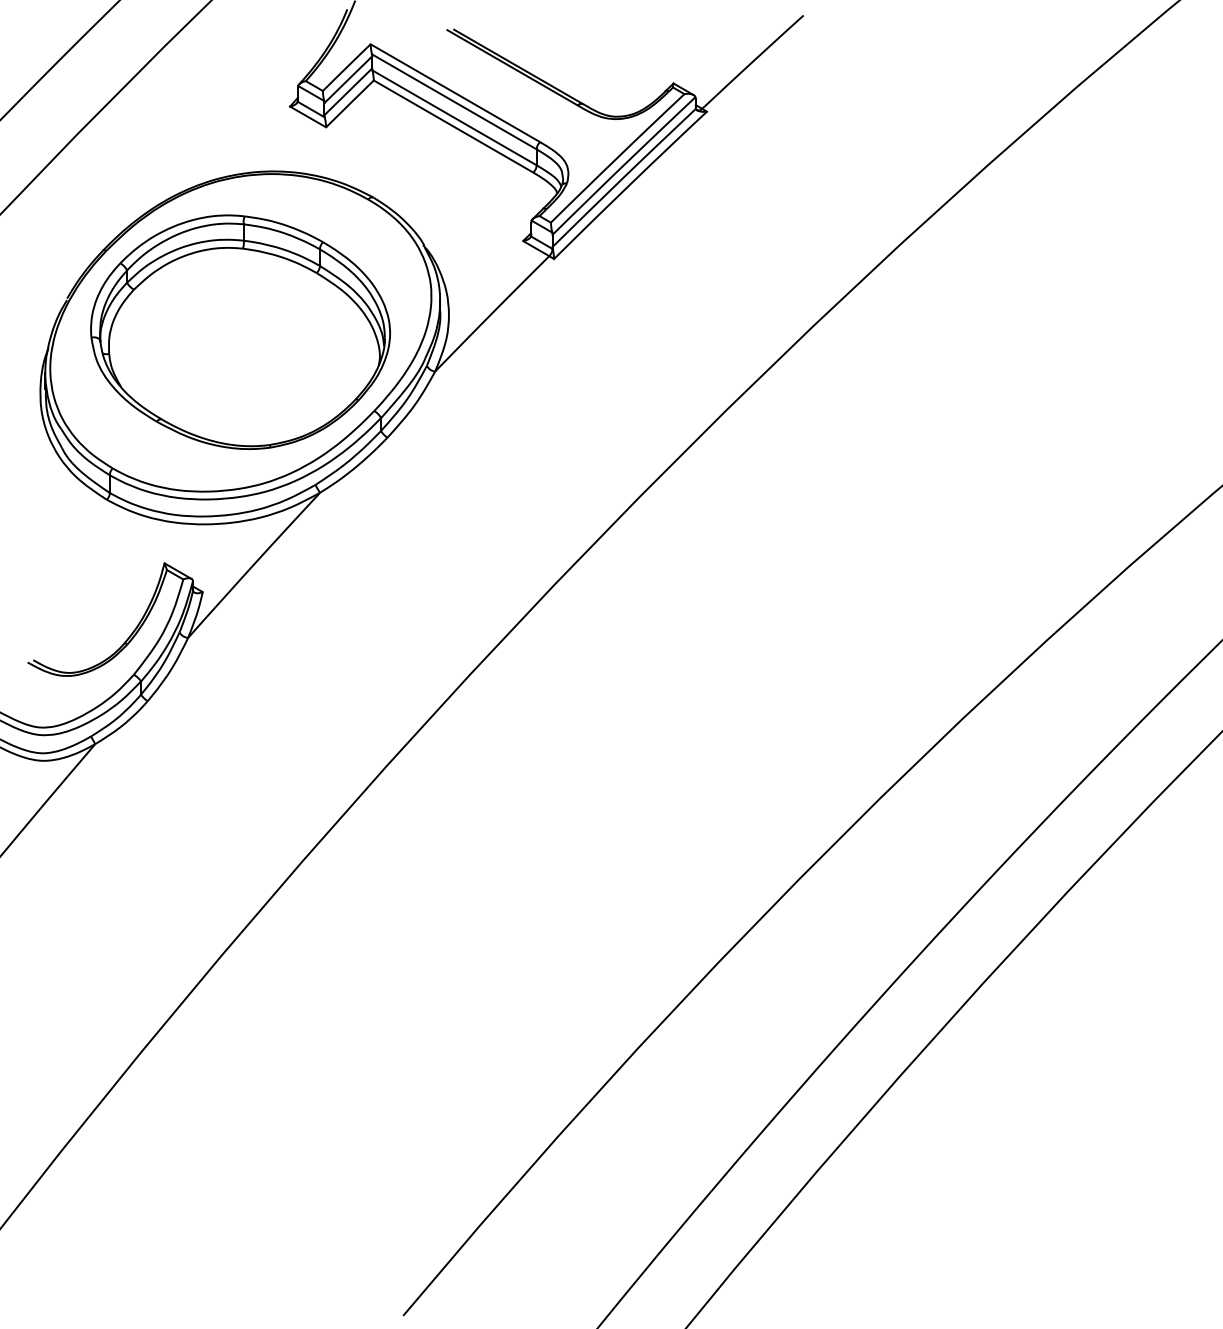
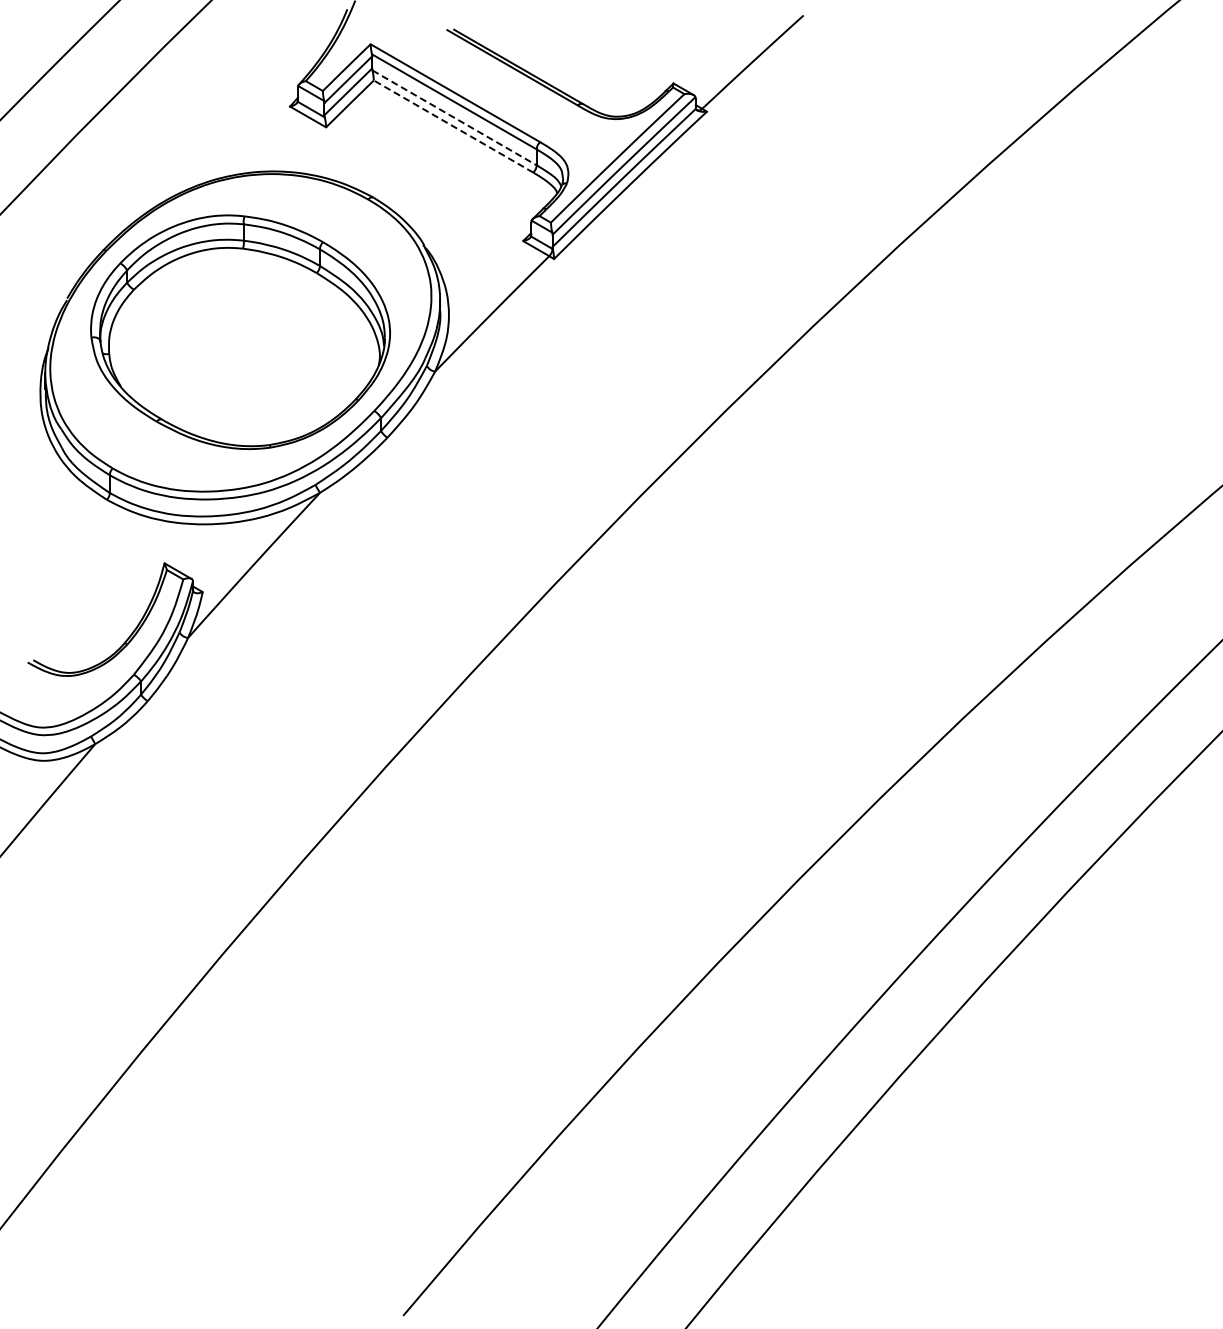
line at (454, 117): solid -> dashed
line at (453, 126): solid -> dashed
